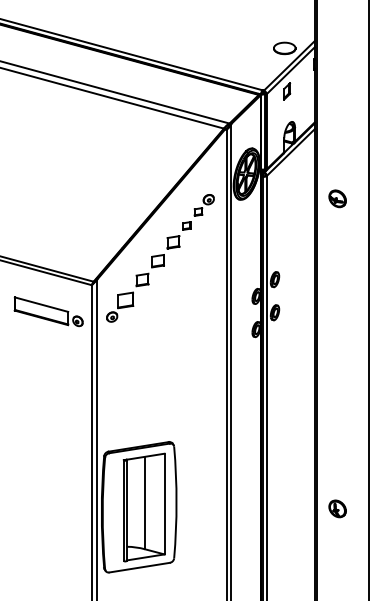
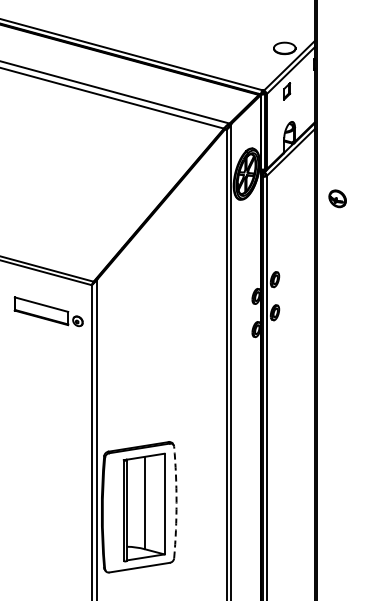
part at (160, 258): present -> none
line at (368, 299): present -> none
arc at (176, 502): solid -> dashed
part at (337, 508): present -> none
